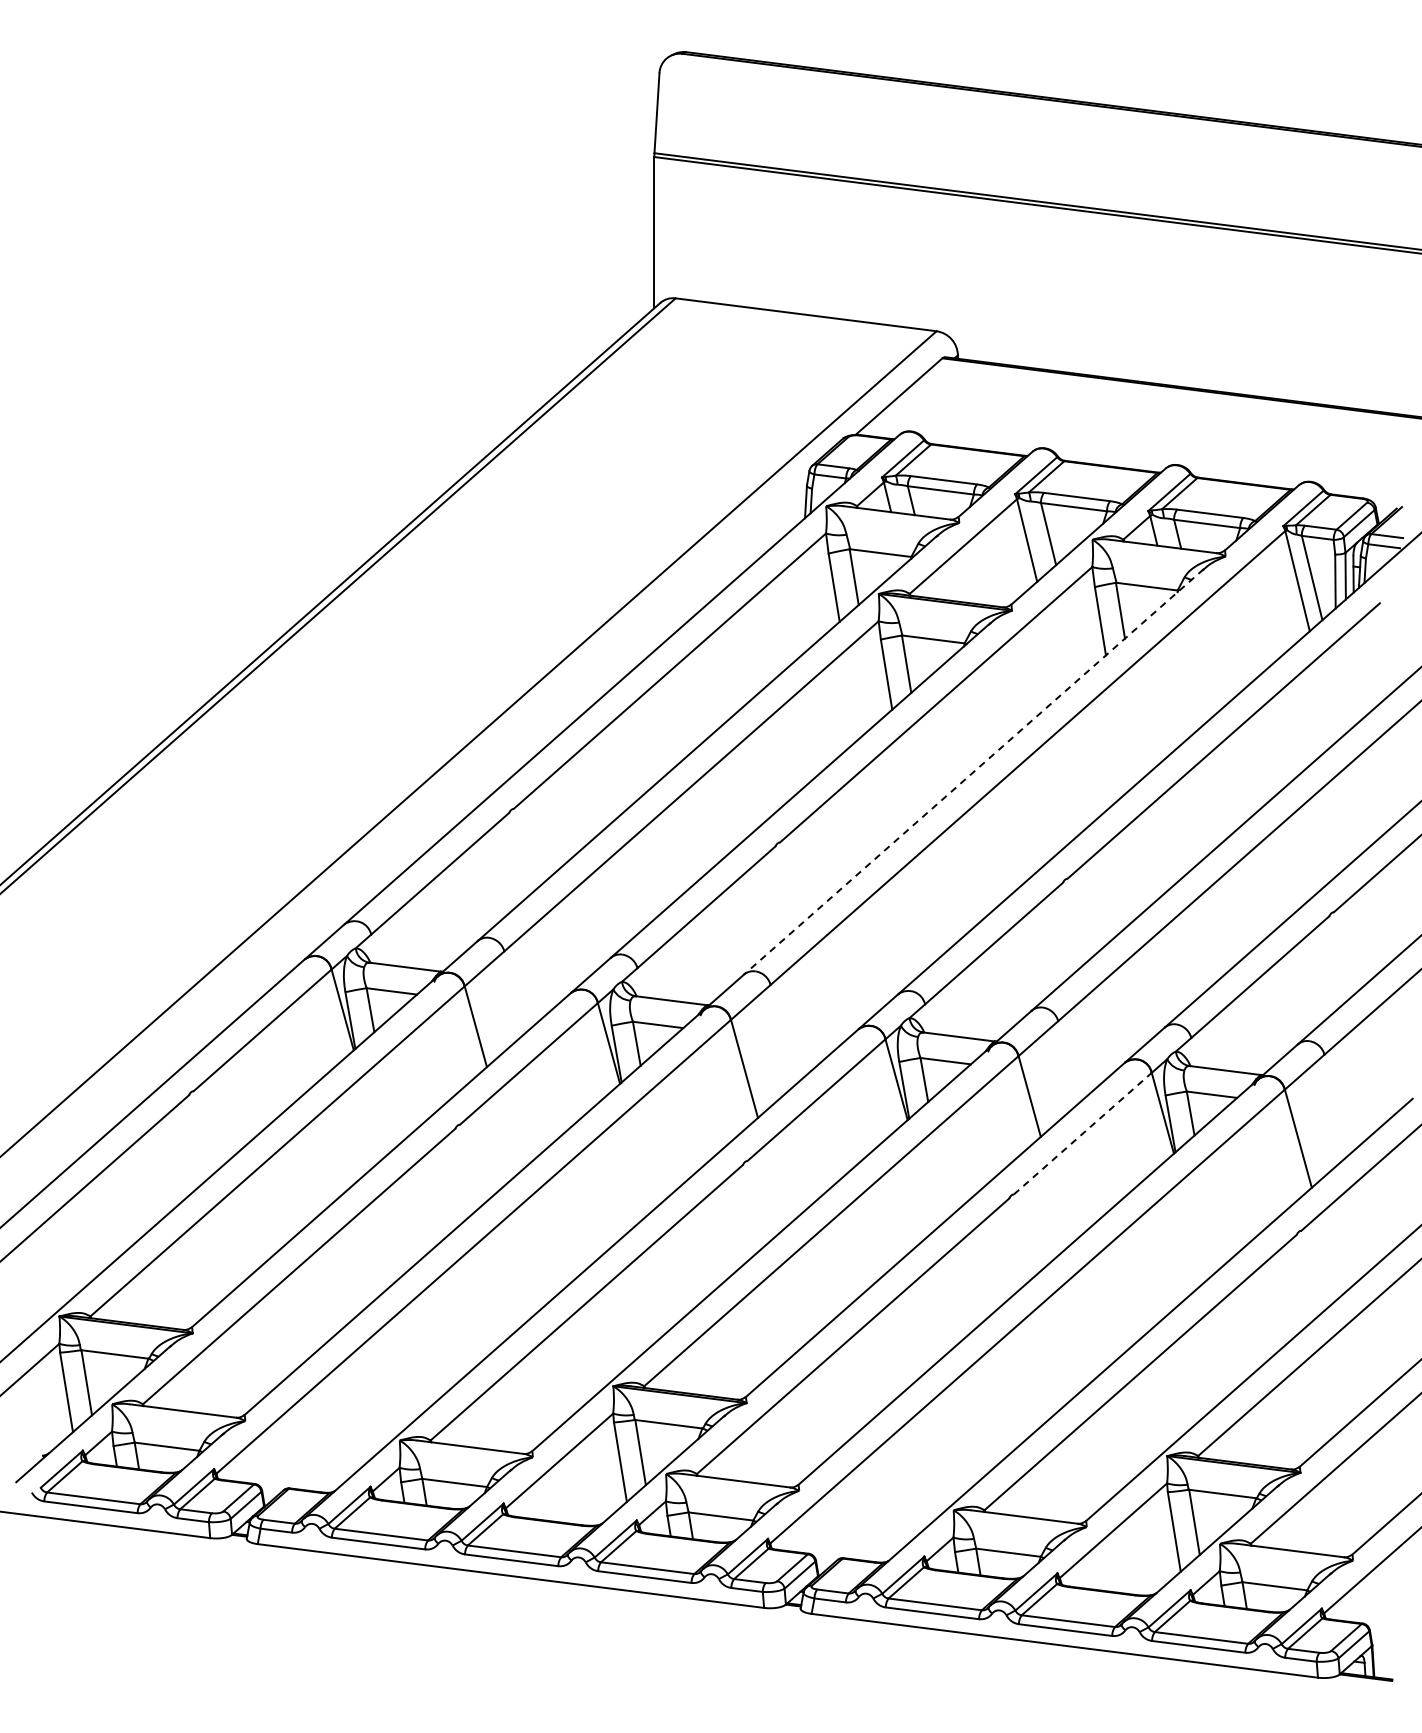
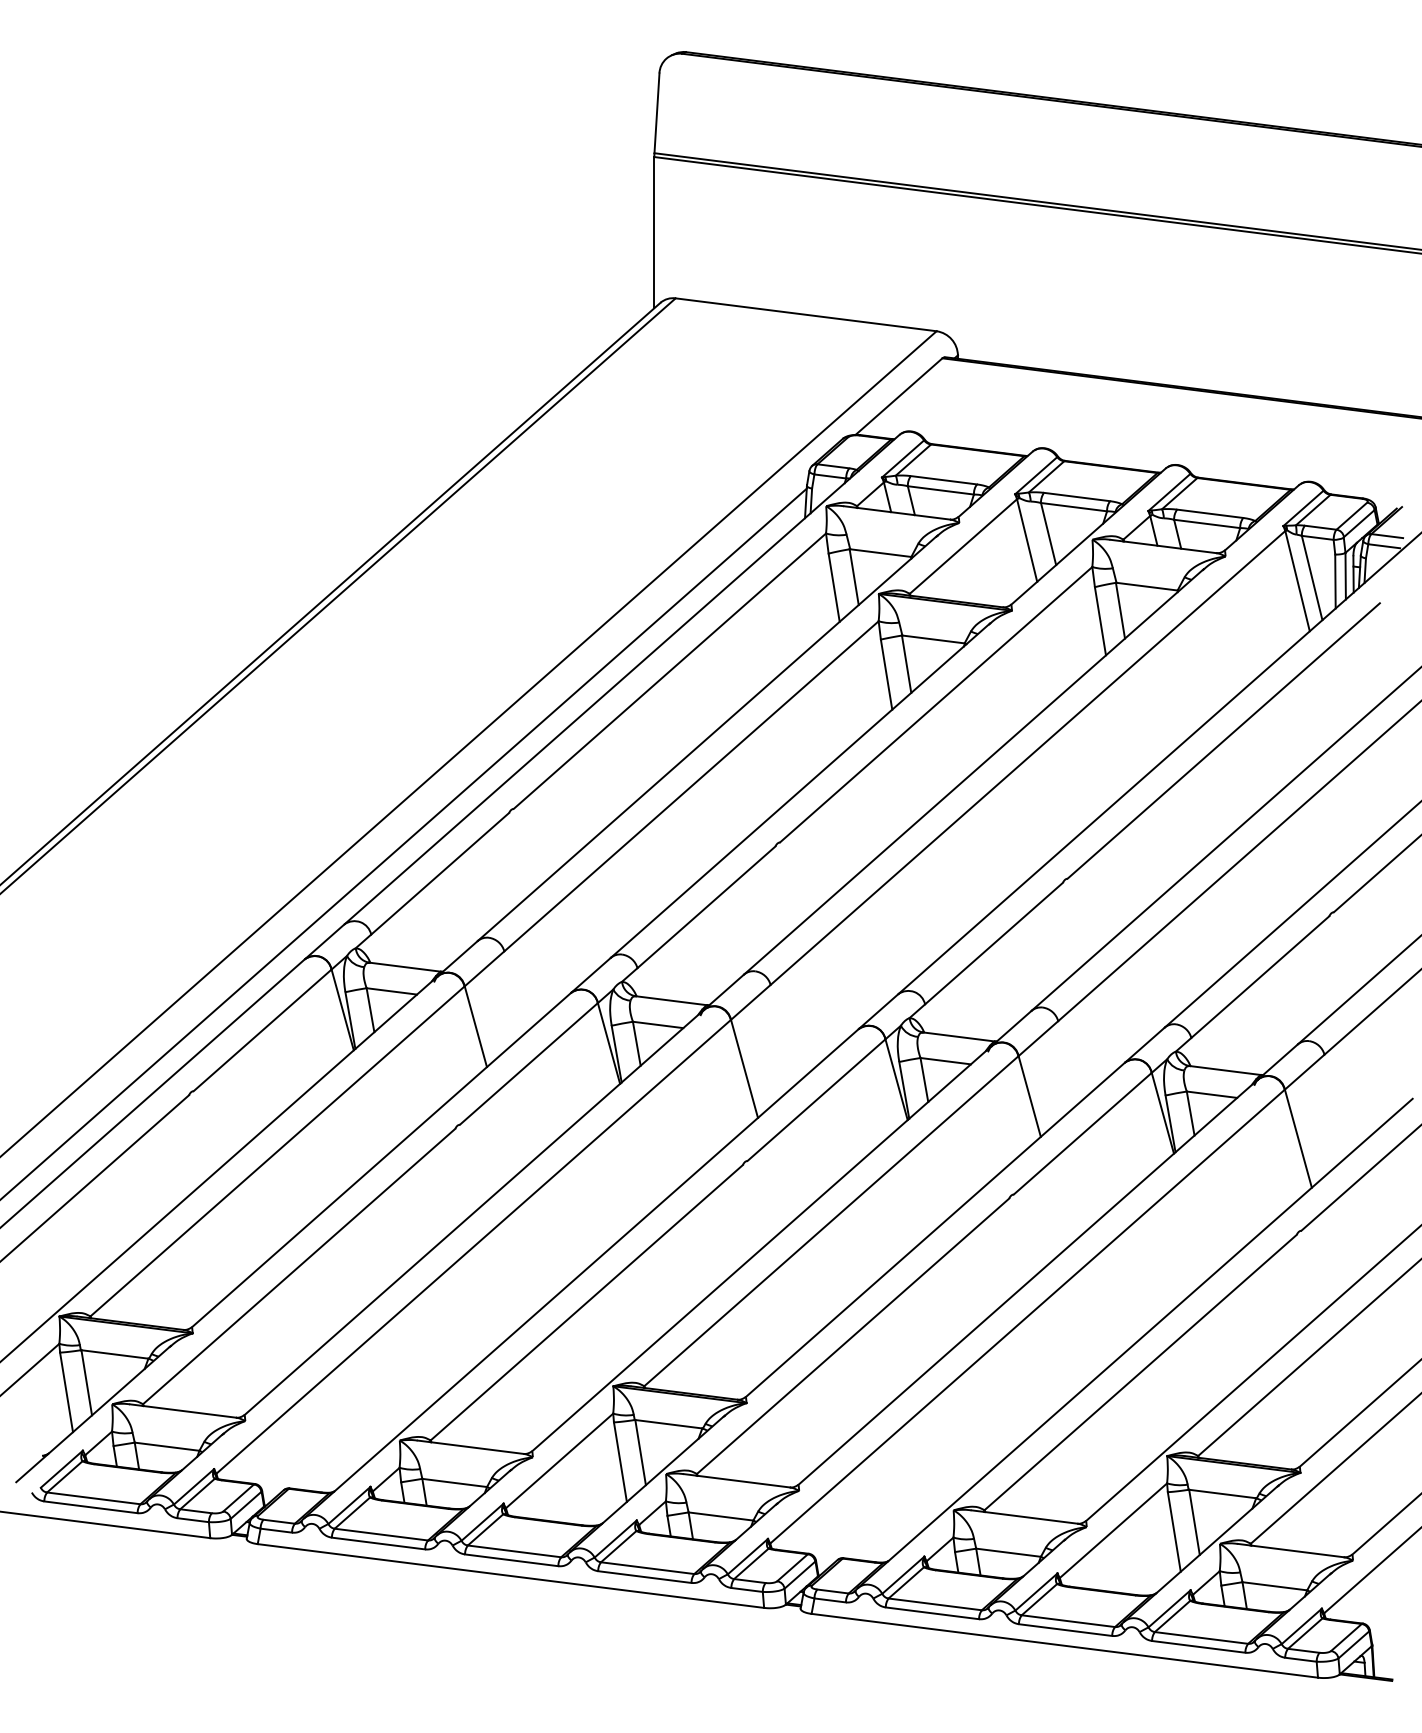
line at (973, 772): dashed -> solid
line at (404, 843): none -> present
line at (1082, 1133): dashed -> solid
